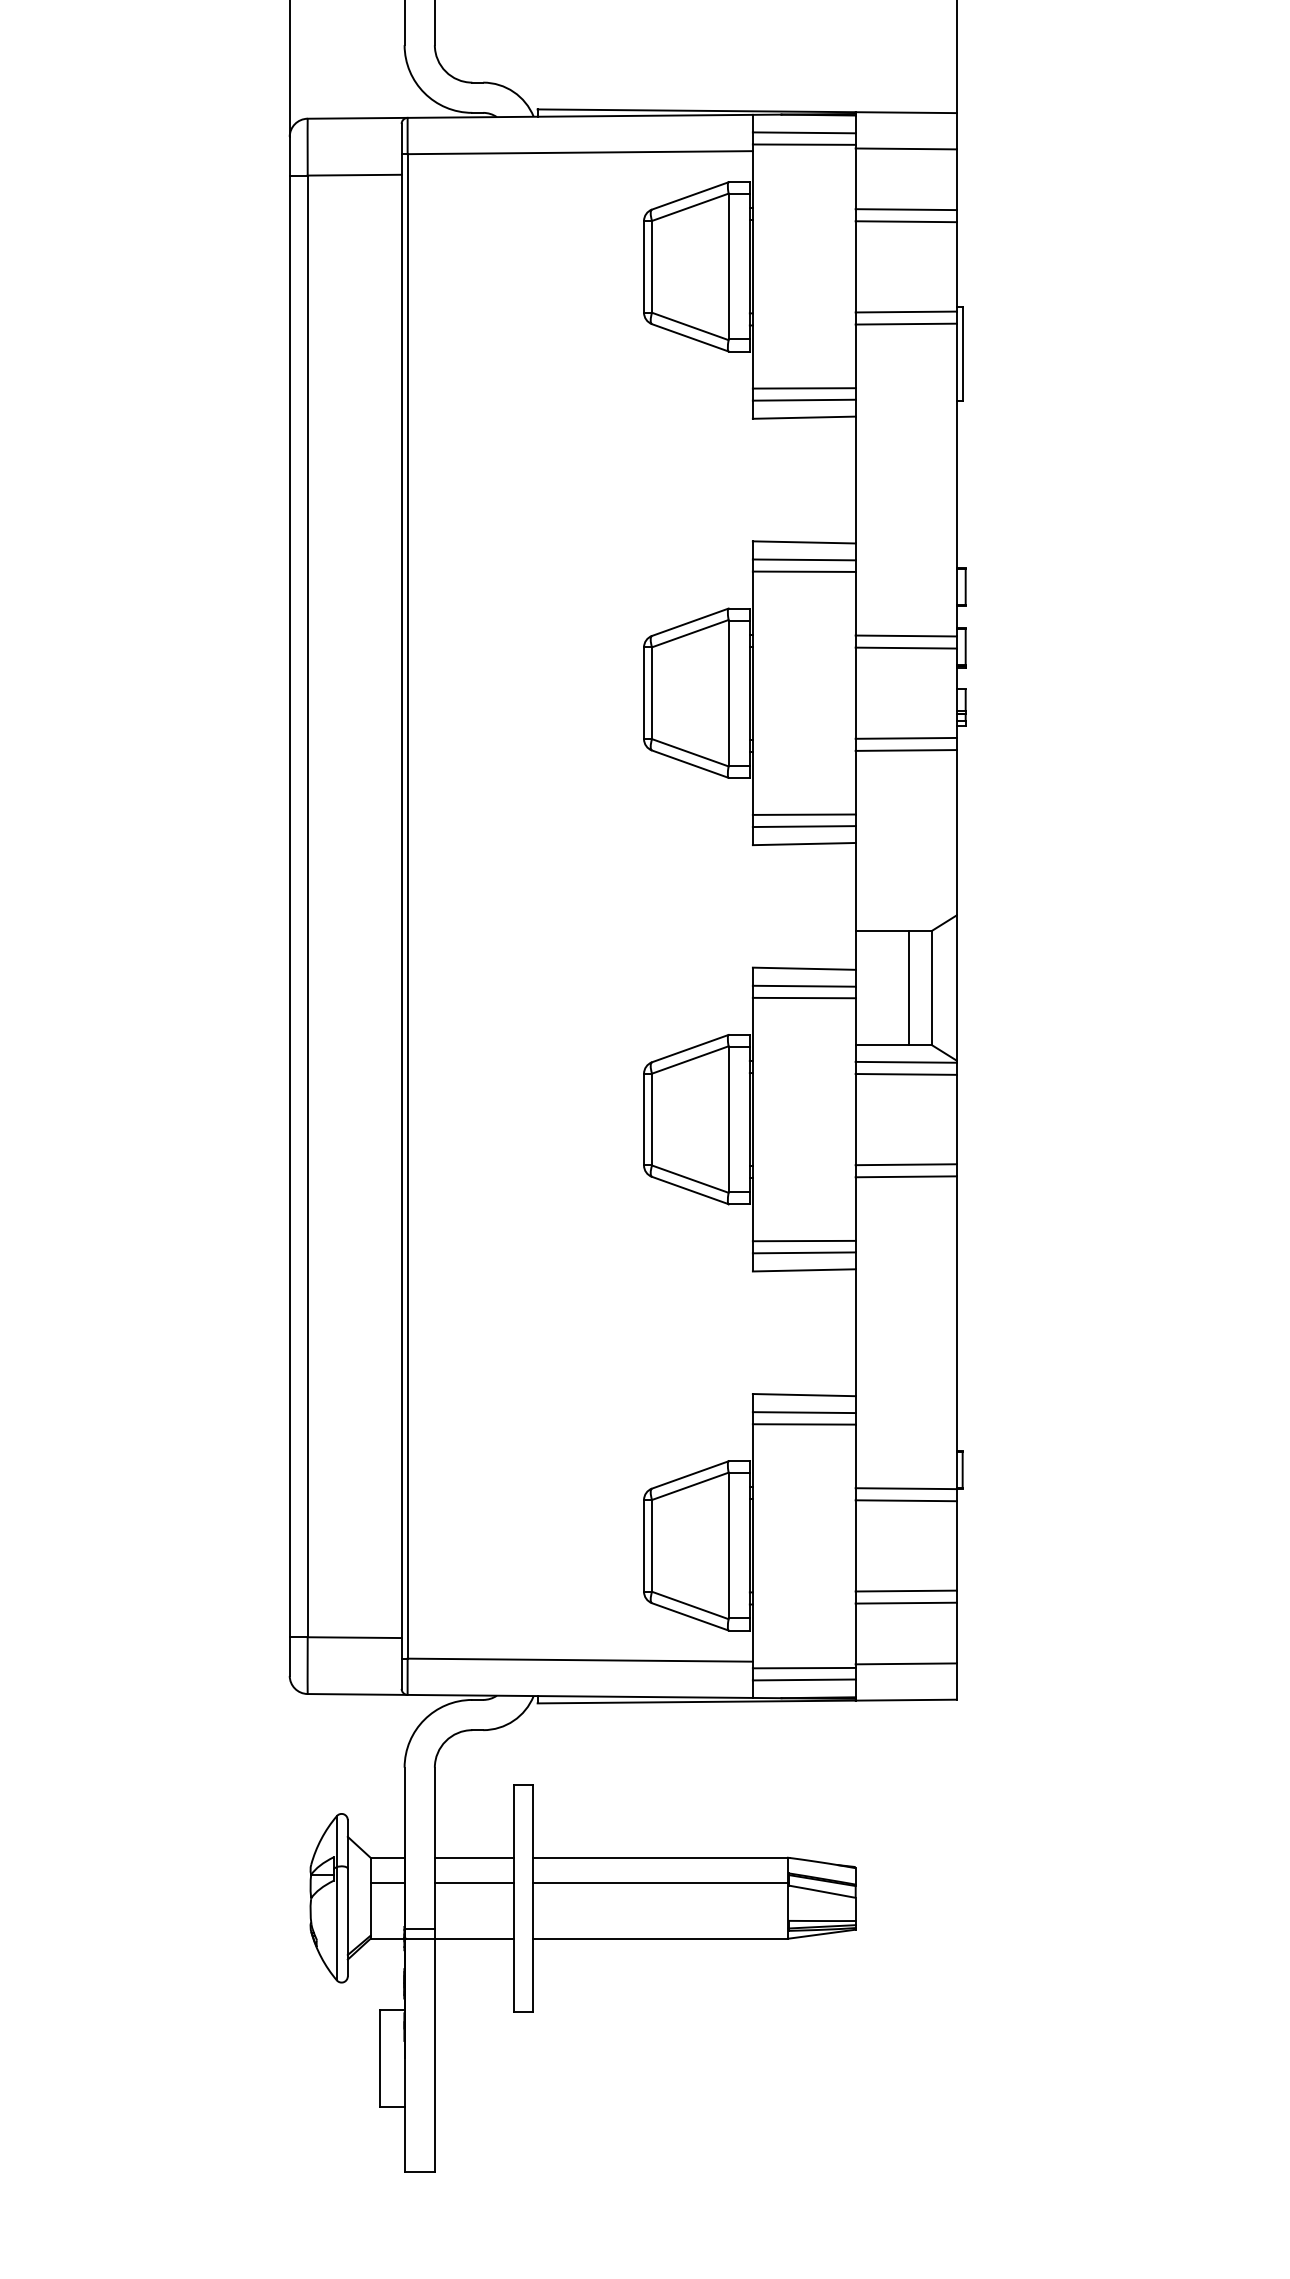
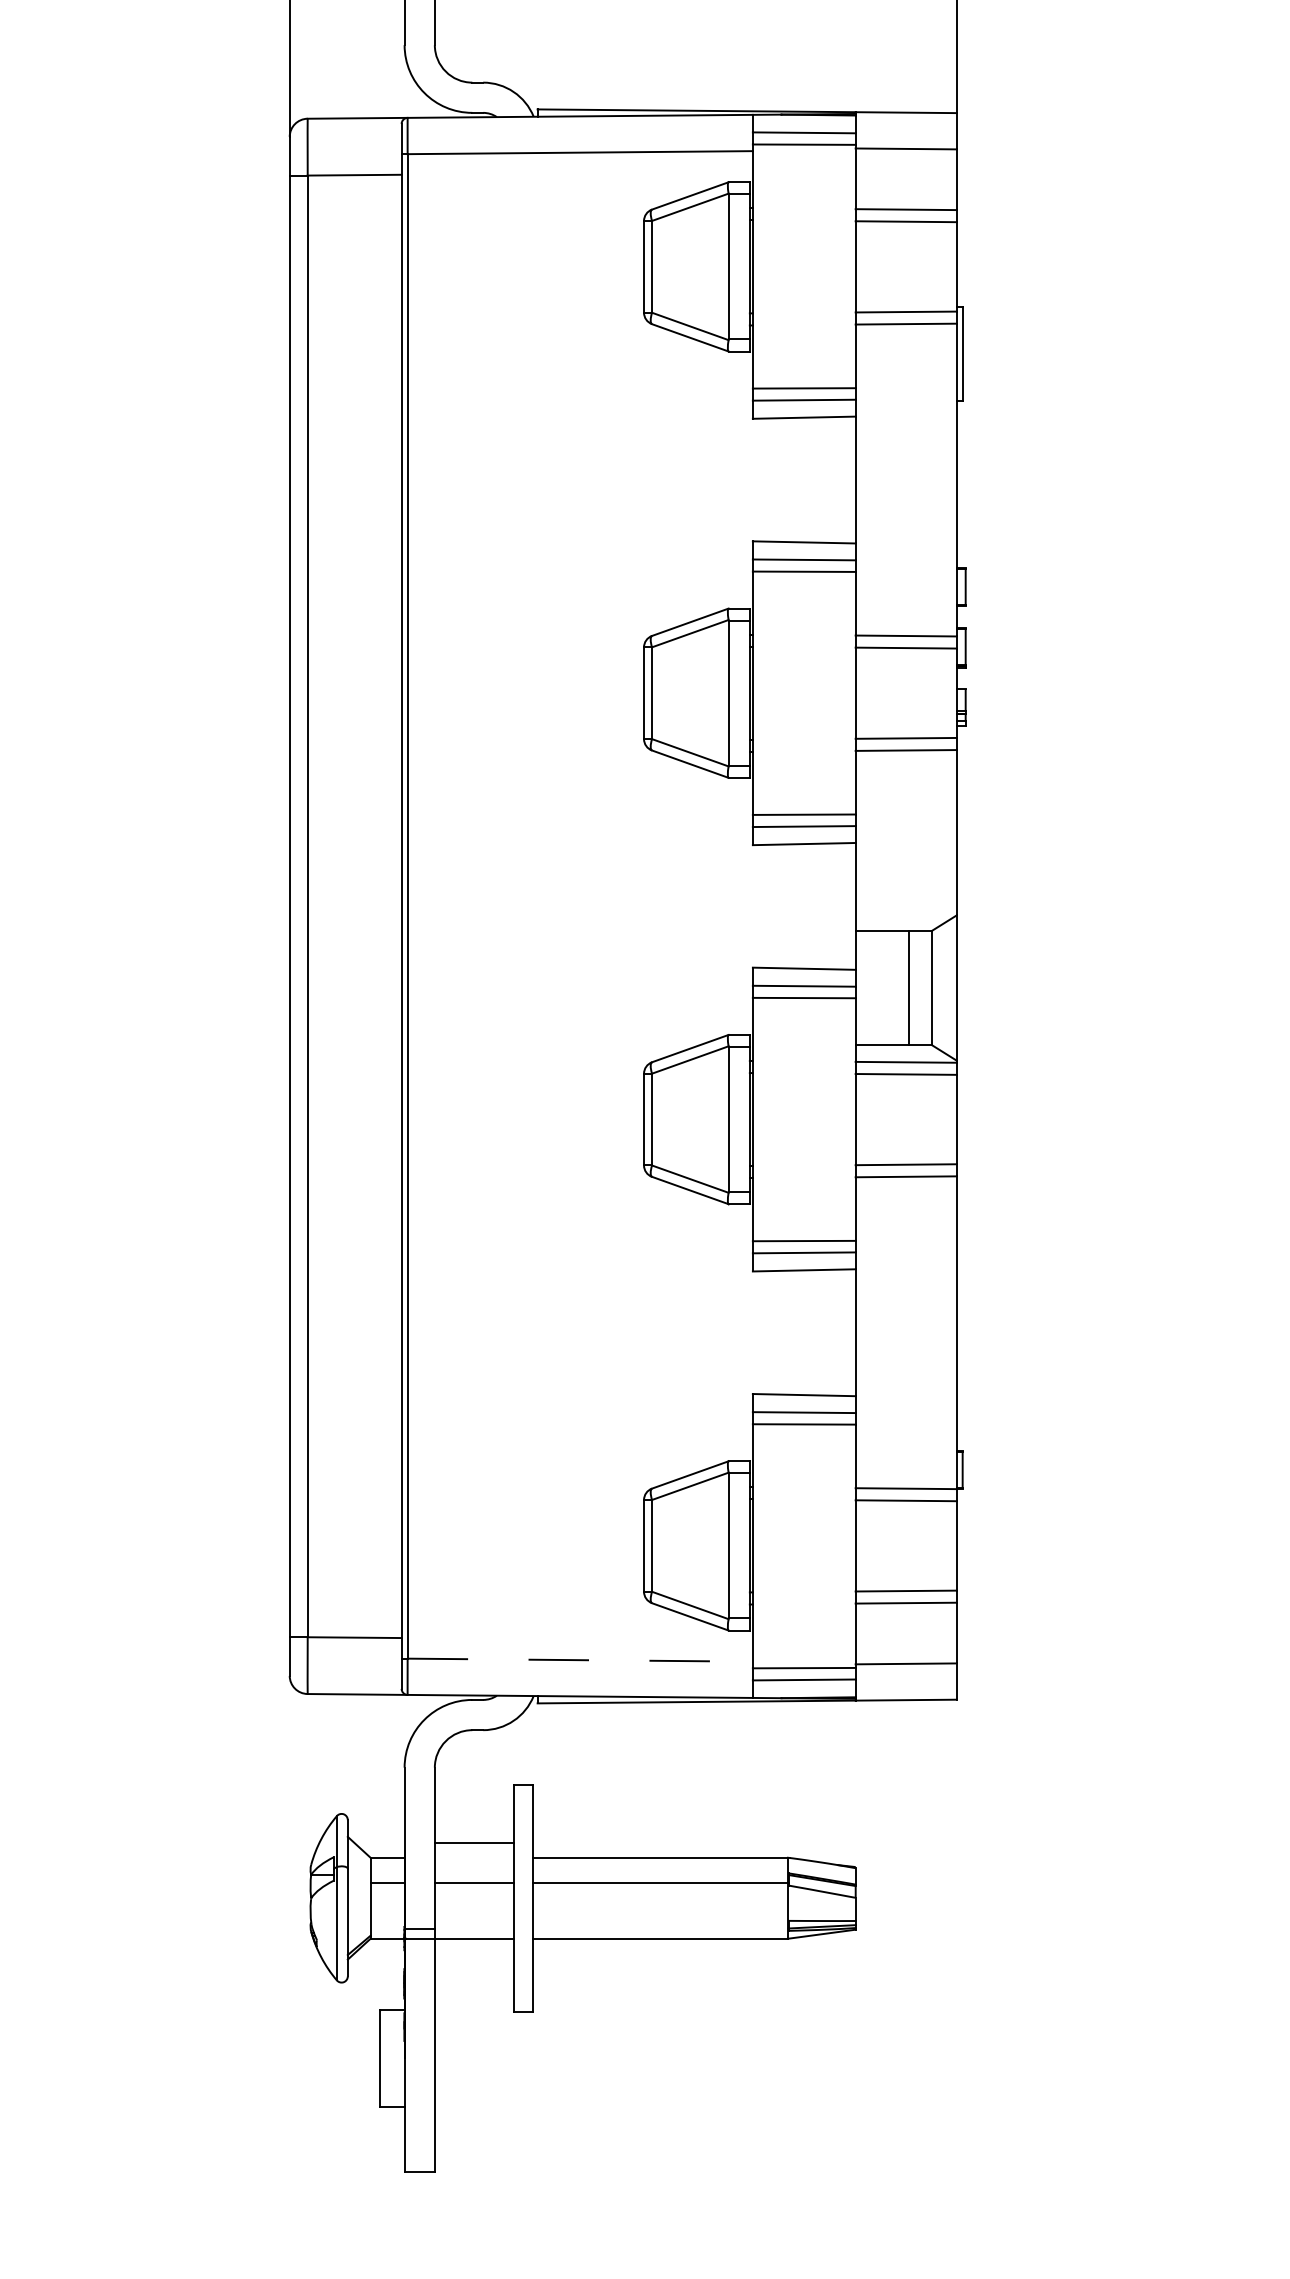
line at (580, 1660): solid -> dashed
line at (474, 1857) position: (474, 1857) -> (474, 1842)
